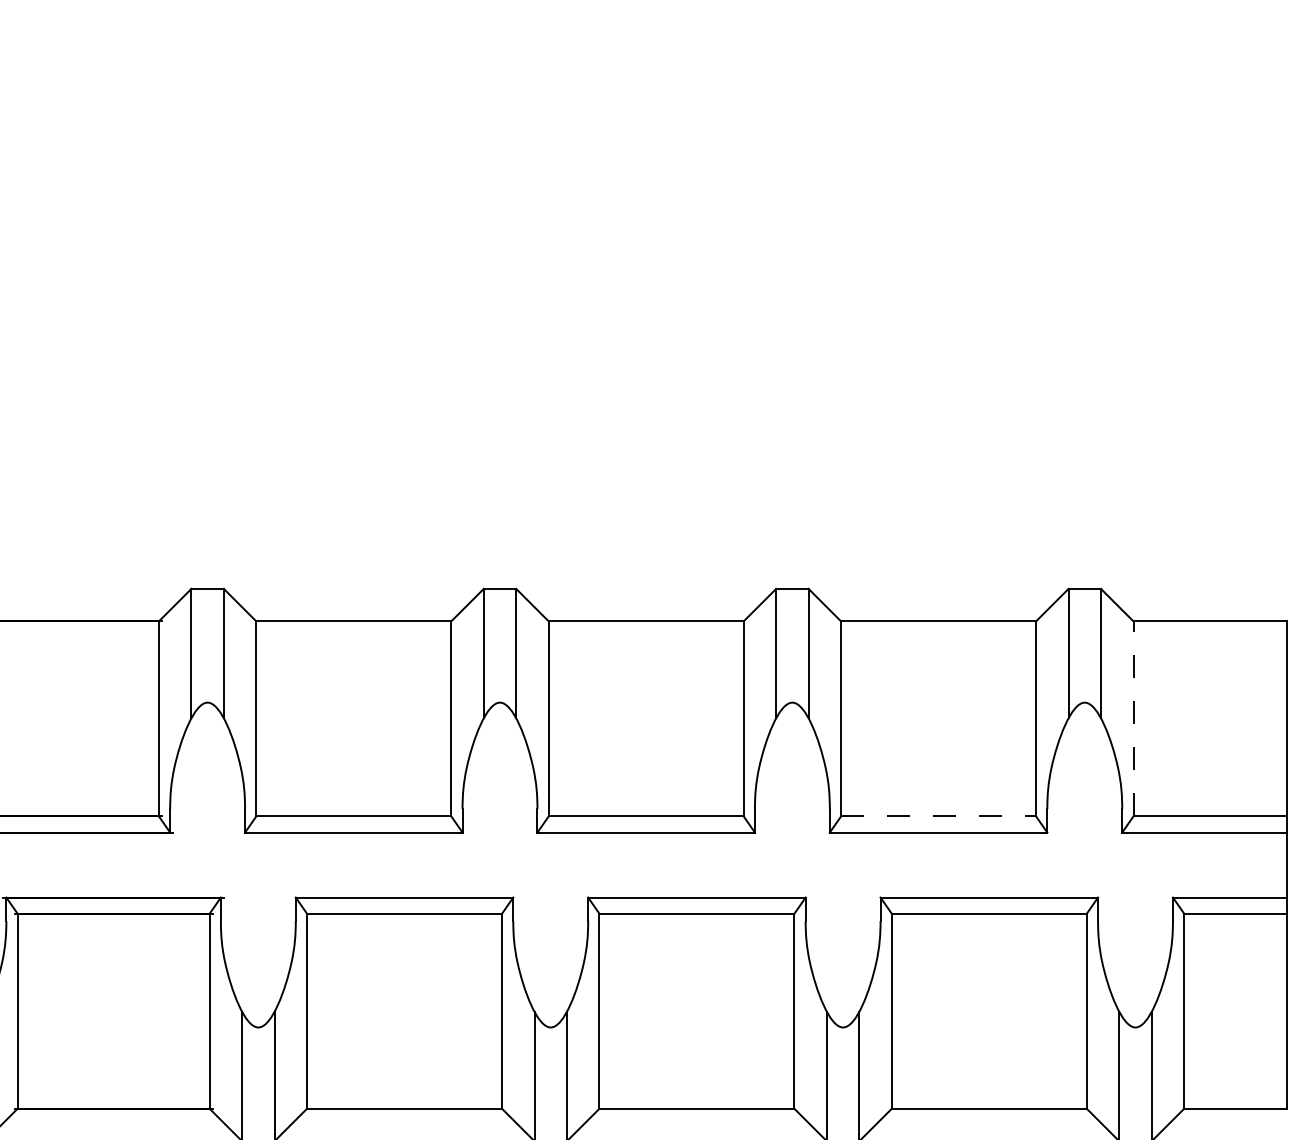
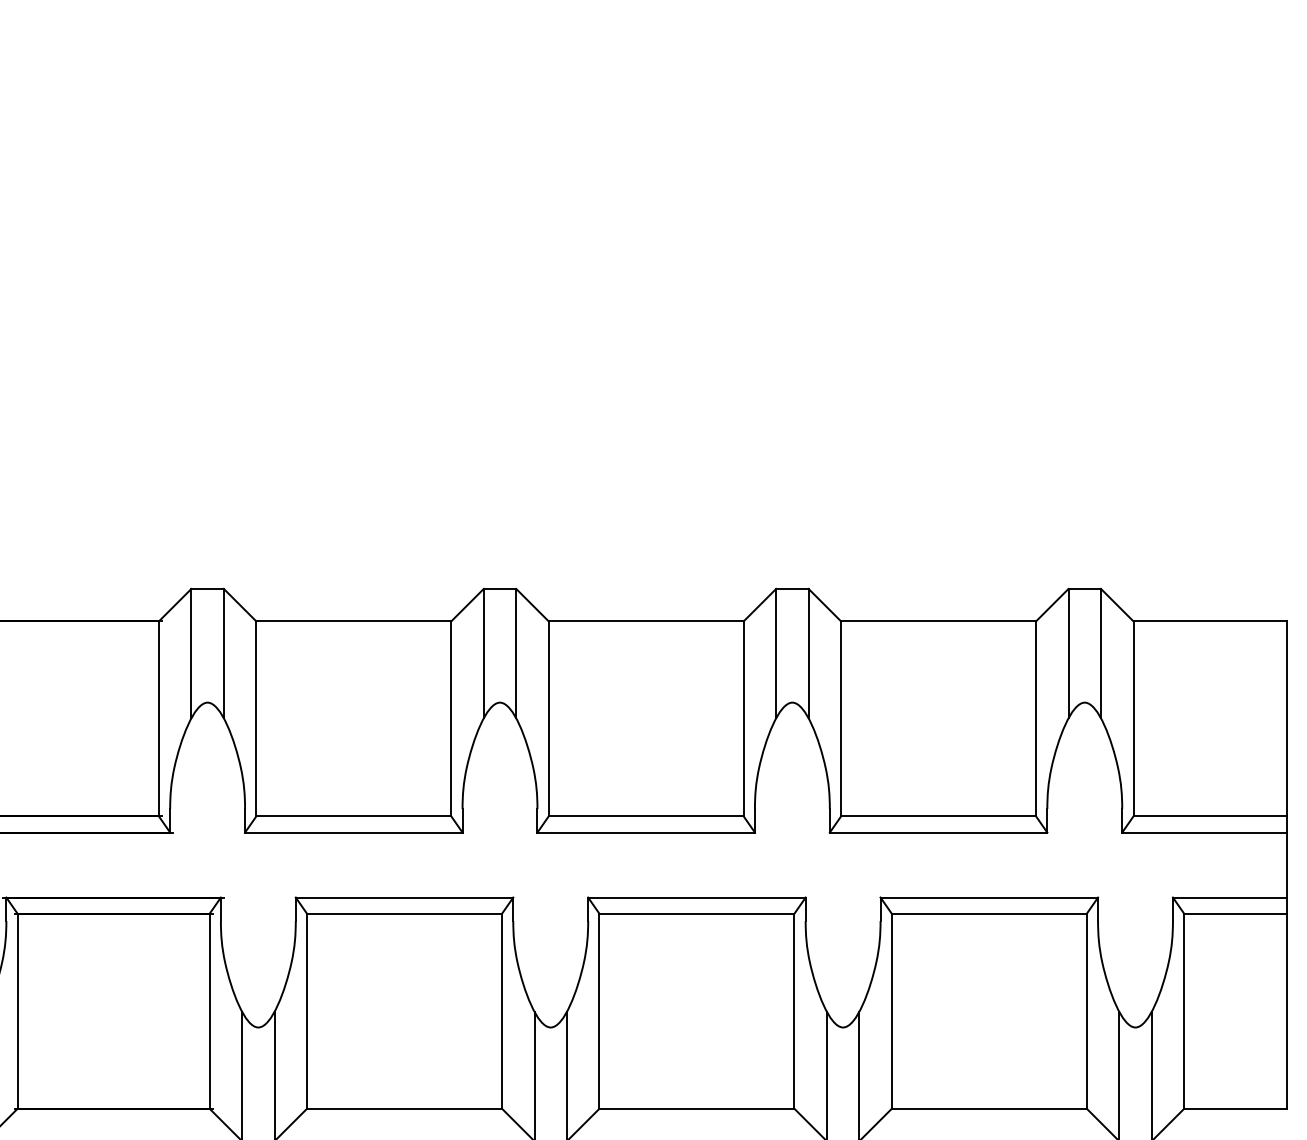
line at (1133, 718): dashed -> solid
line at (939, 816): dashed -> solid
